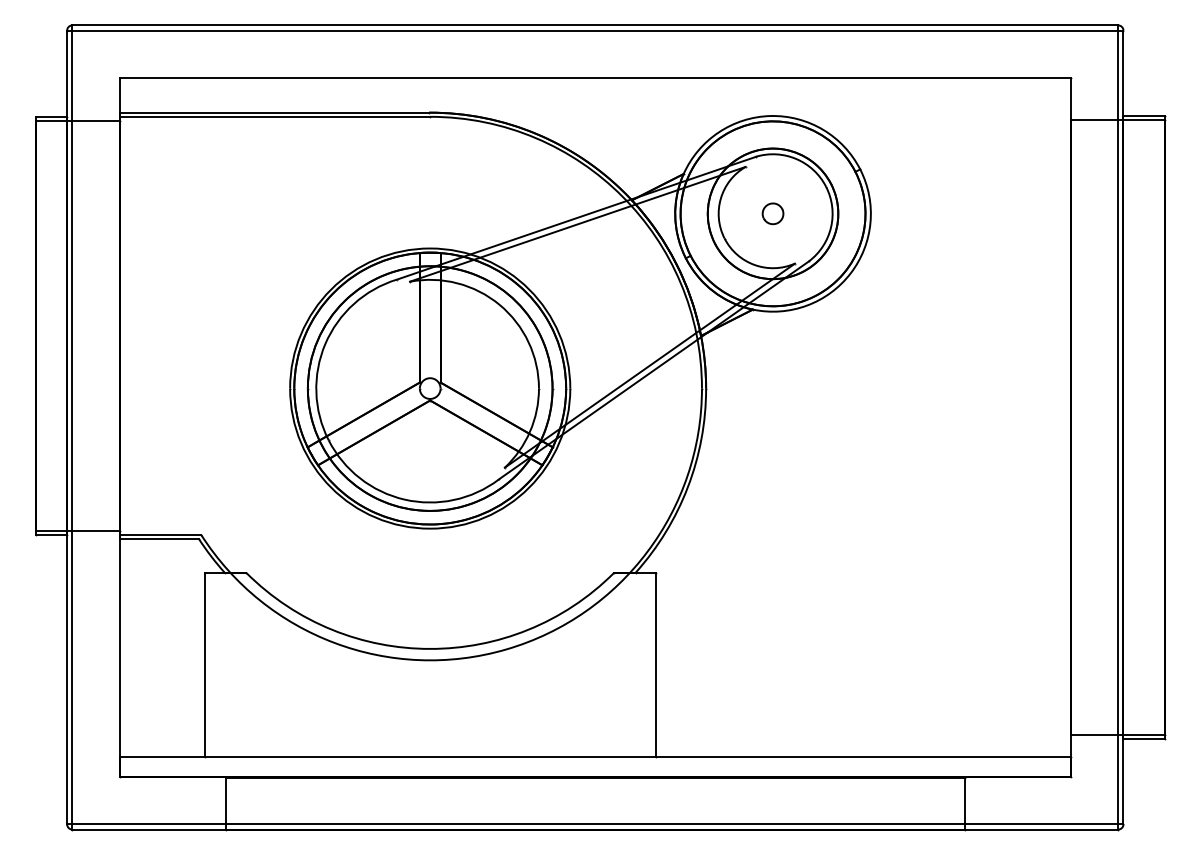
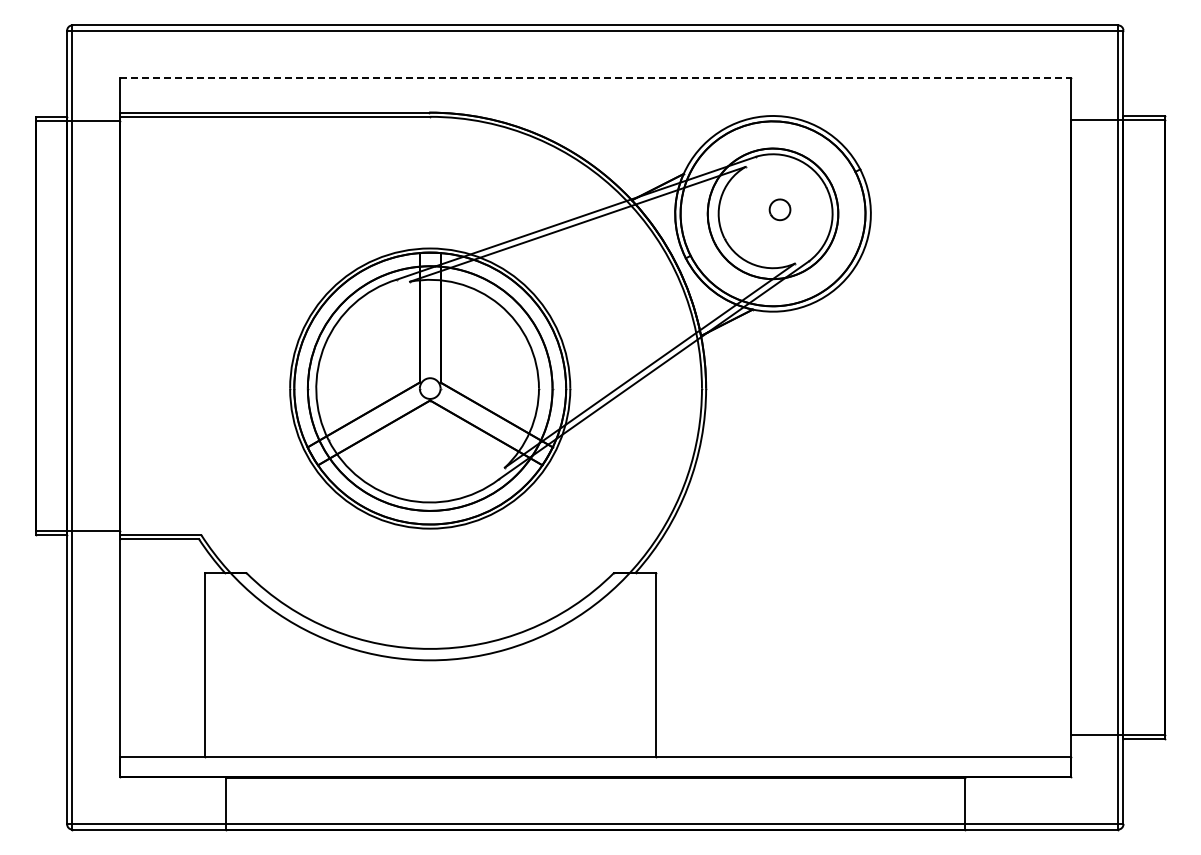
line at (595, 78): solid -> dashed
part at (772, 213) position: (772, 213) -> (779, 209)
